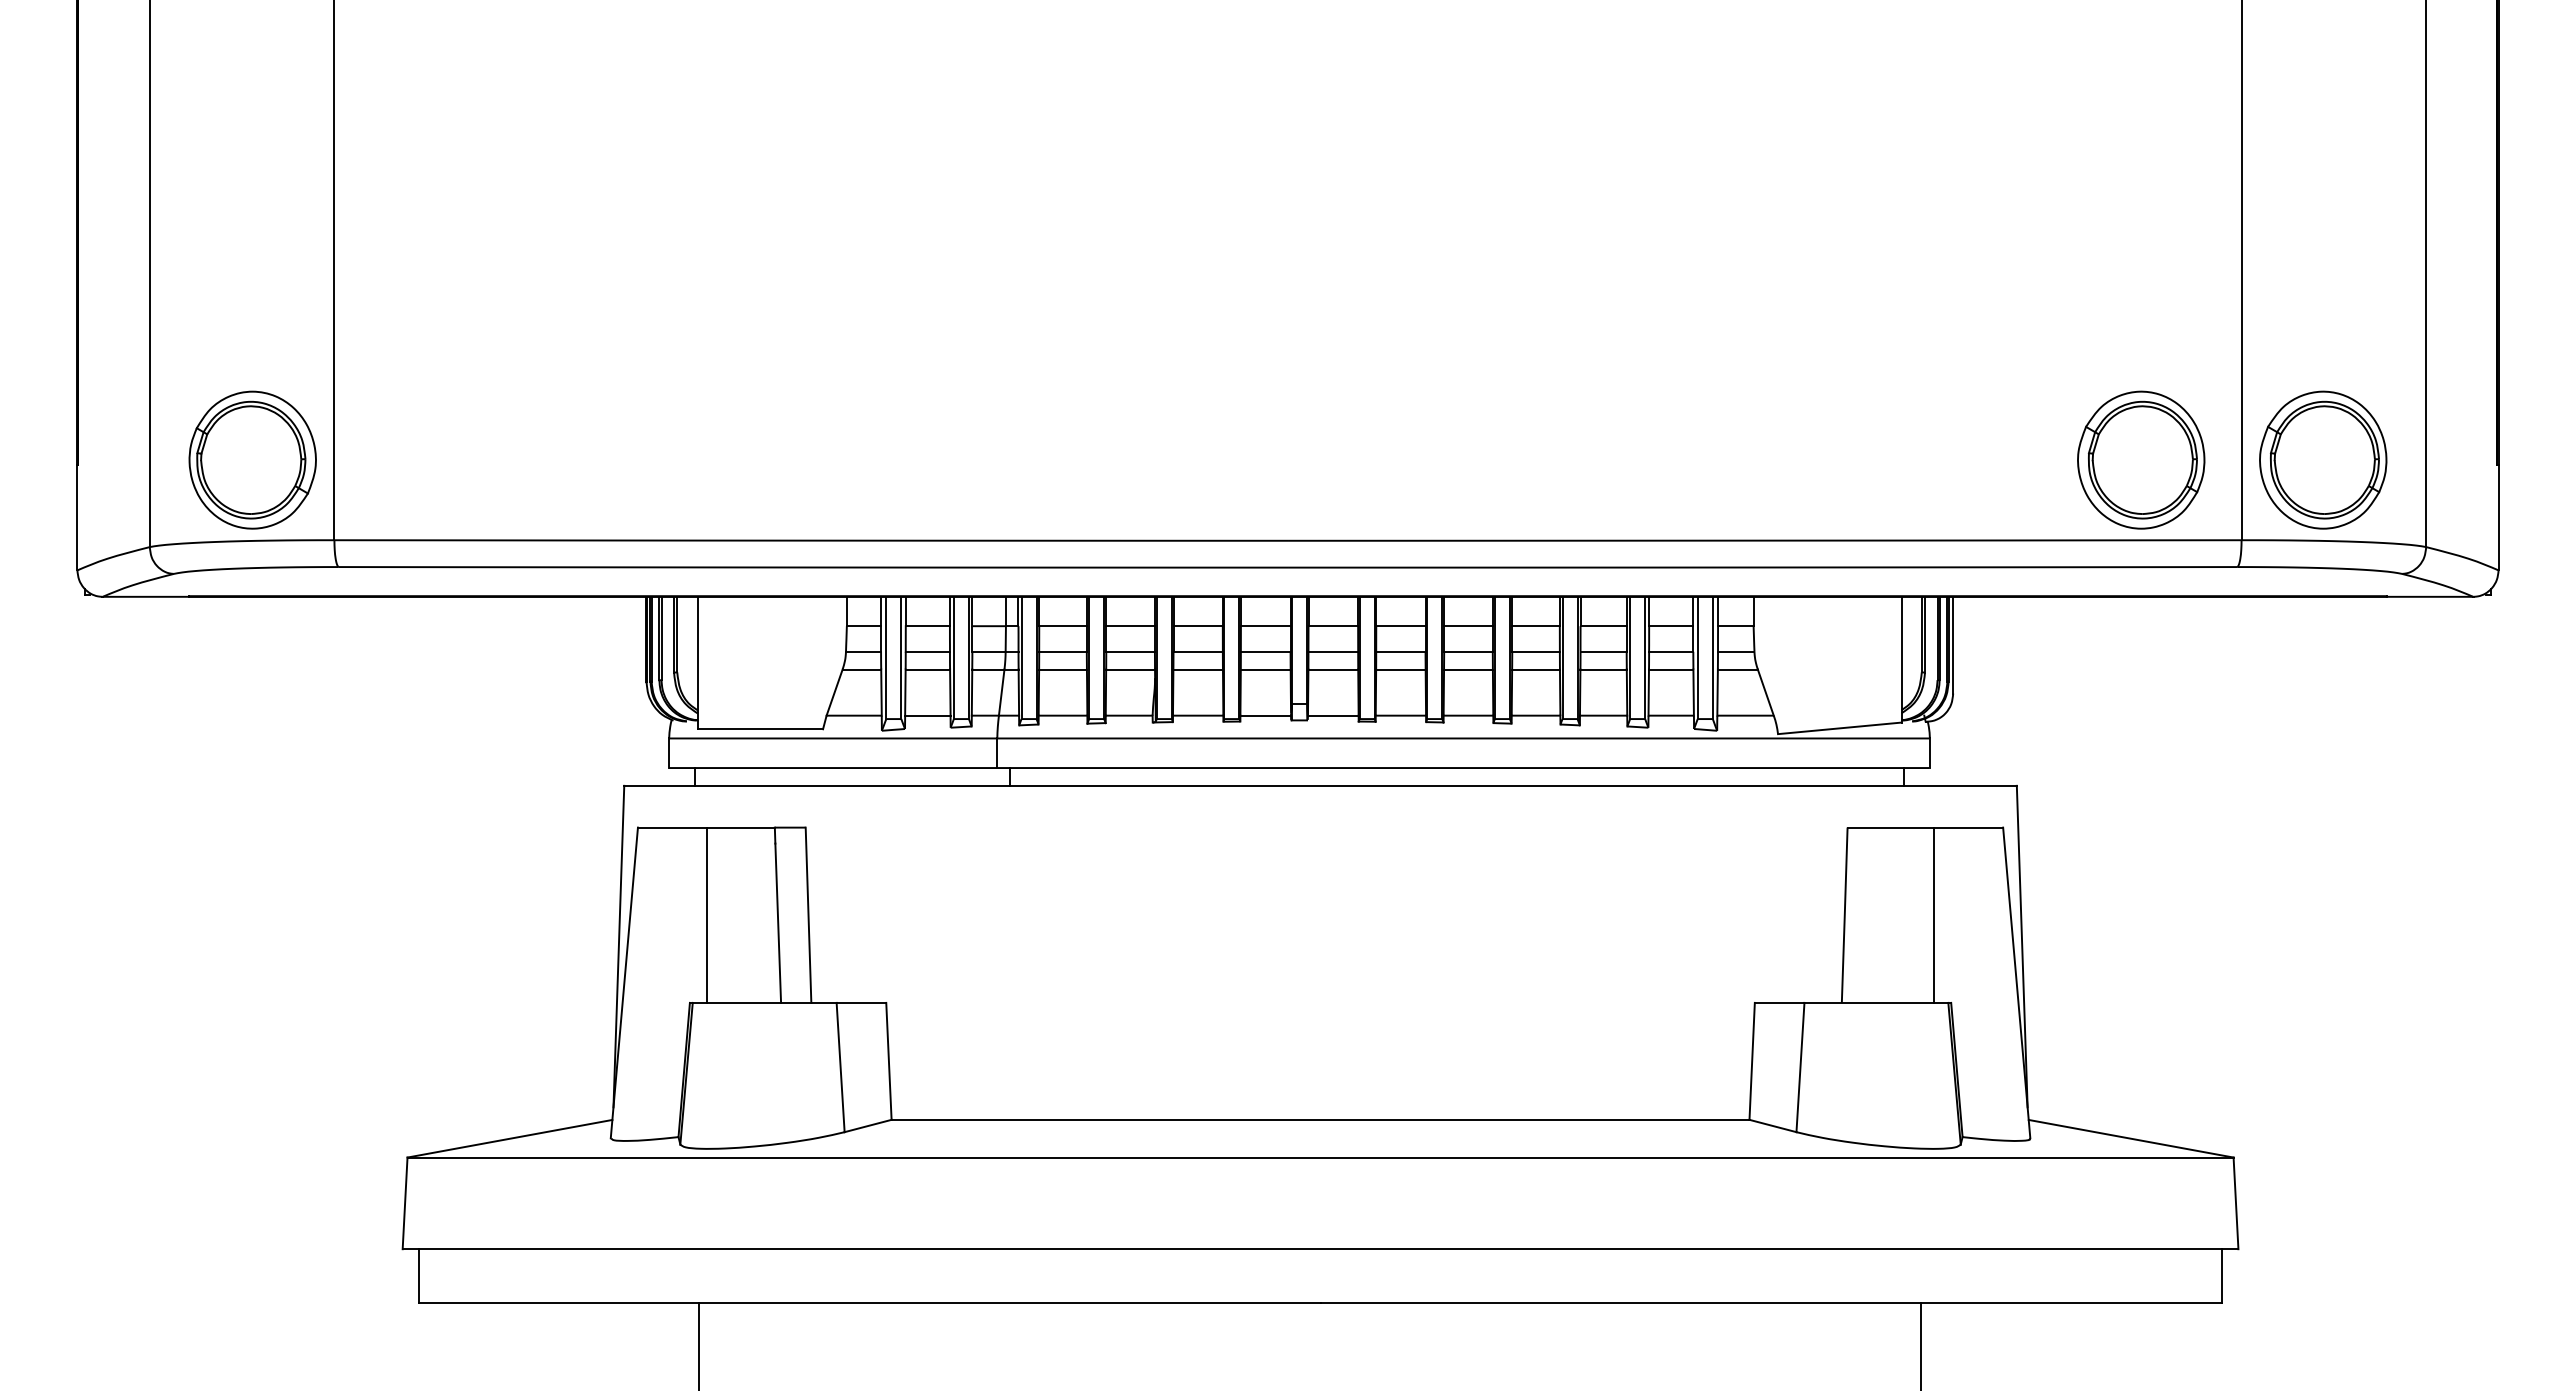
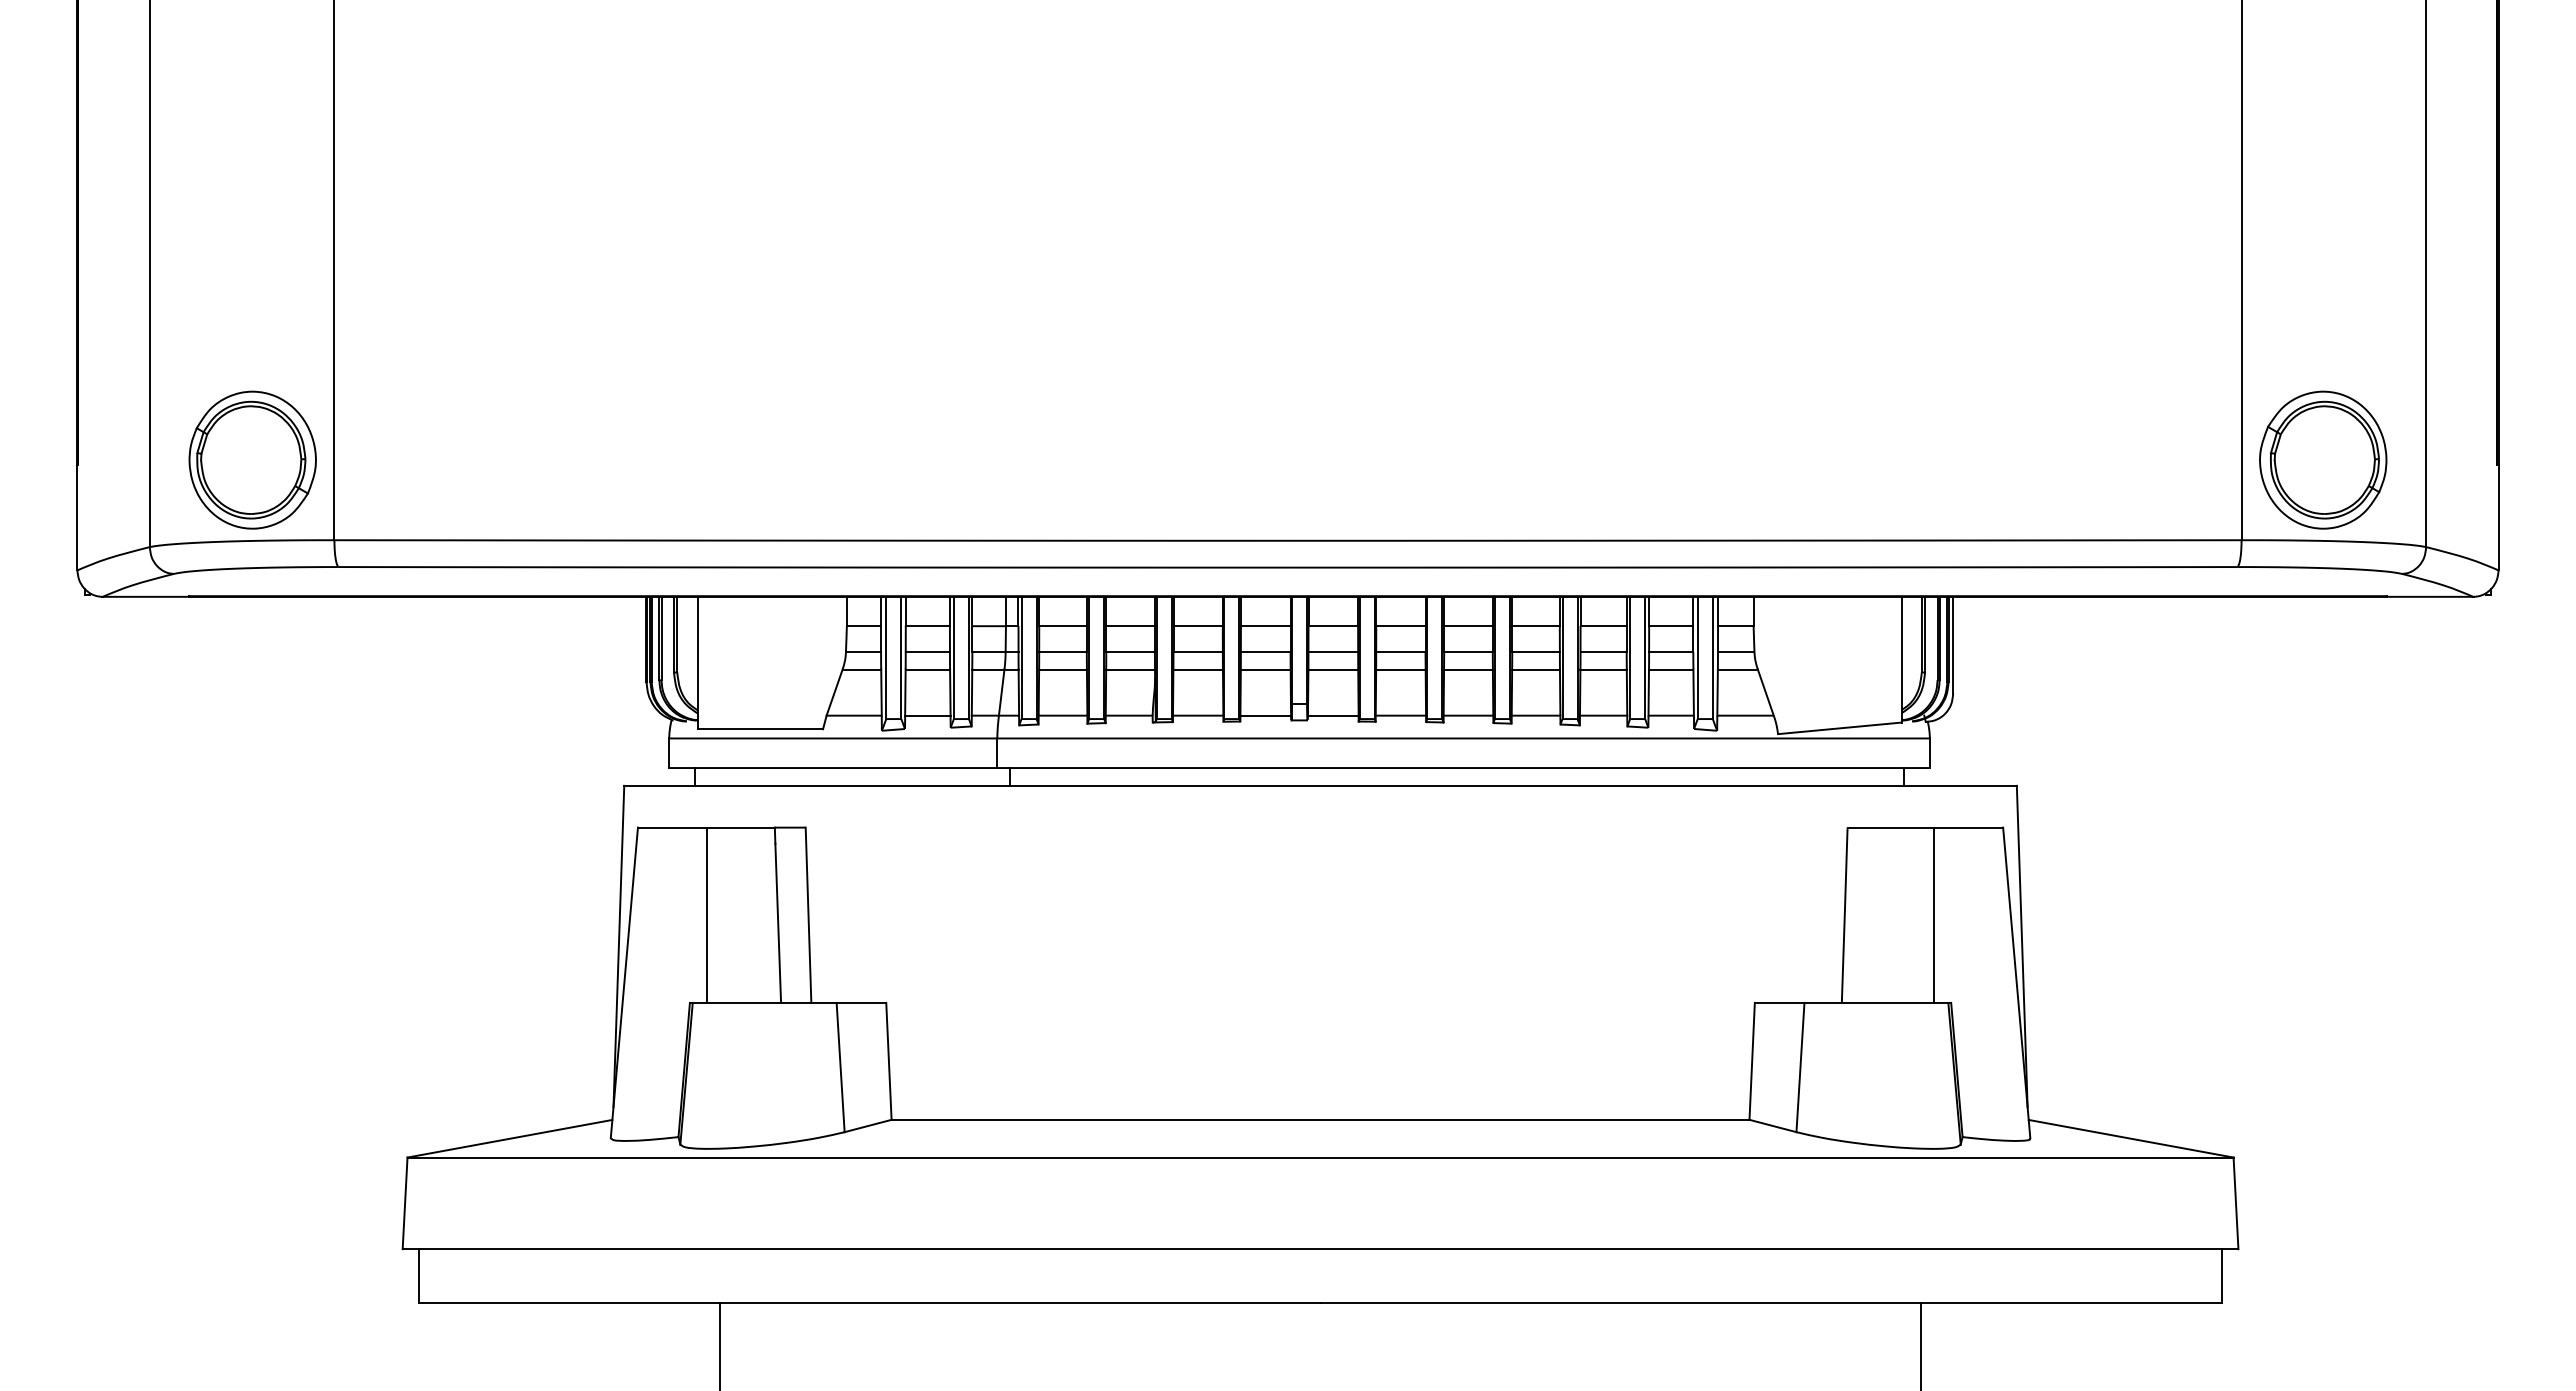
part at (2141, 459): present -> none
line at (699, 1345) position: (699, 1345) -> (720, 1345)
